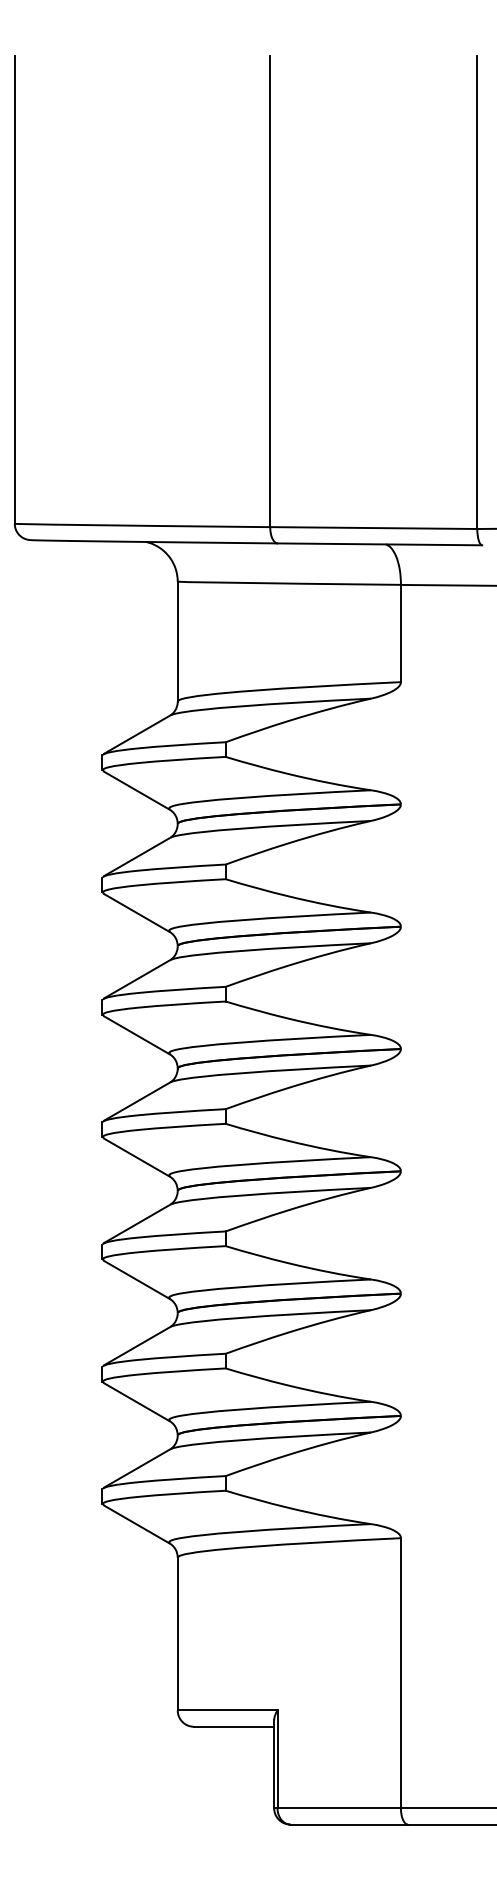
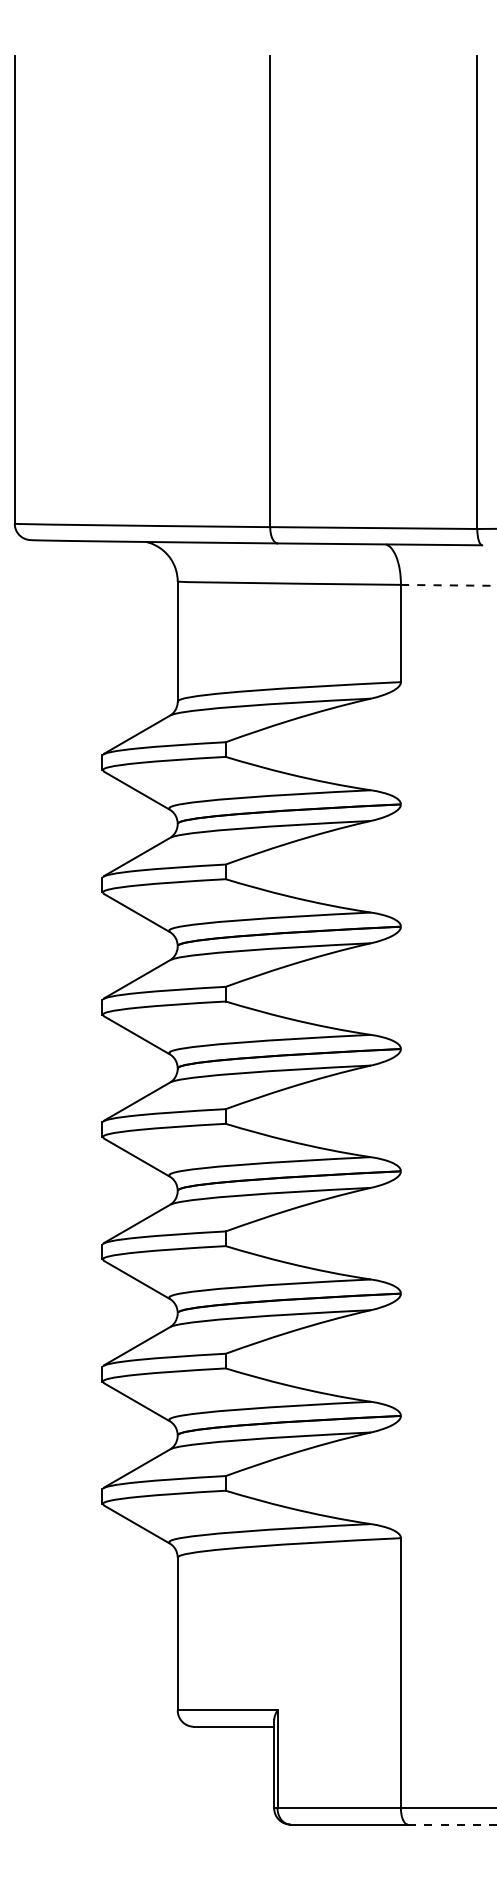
line at (448, 585): solid -> dashed
line at (452, 1824): solid -> dashed
